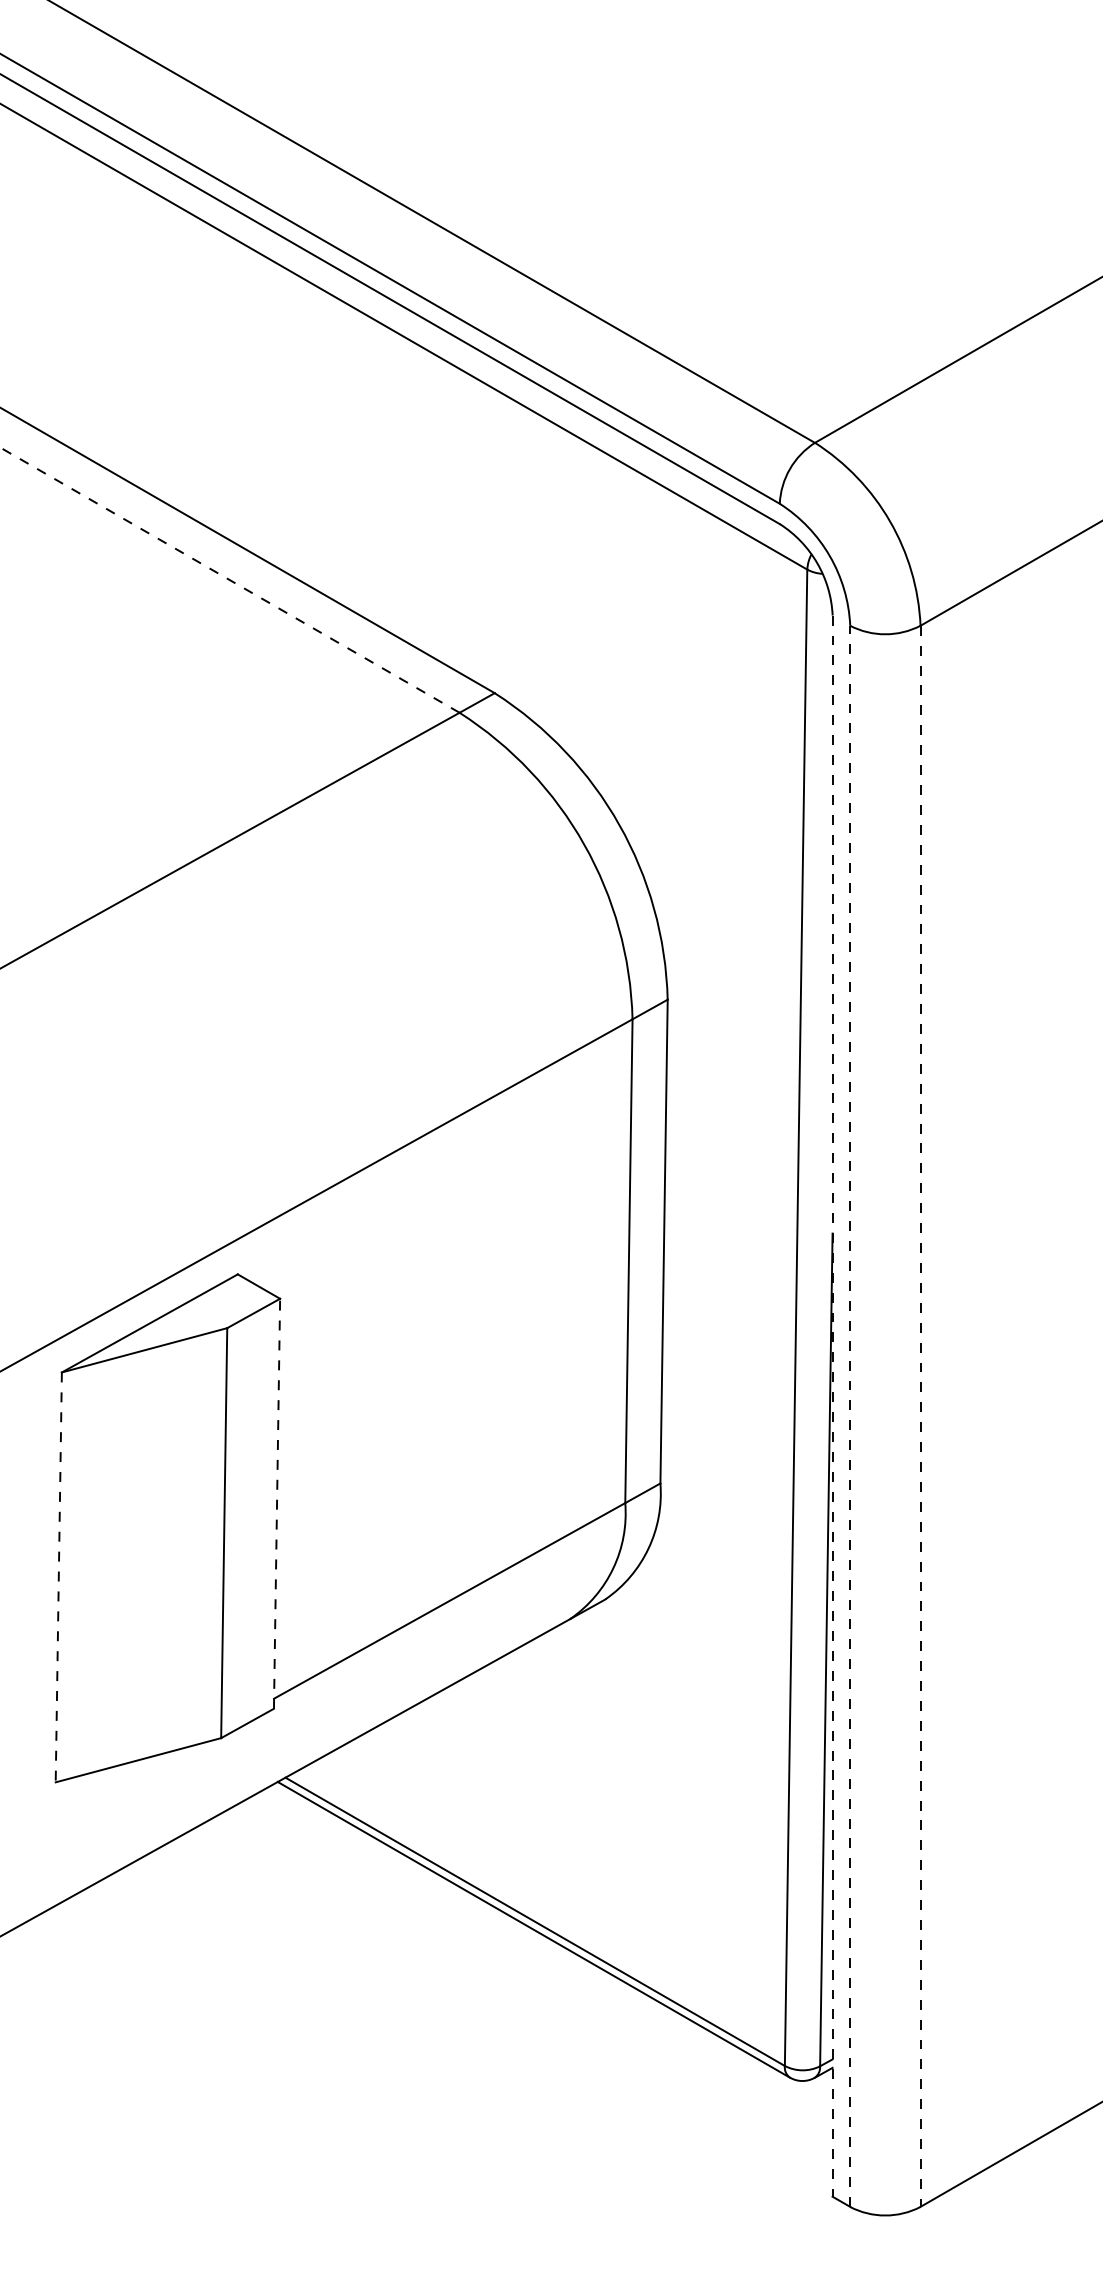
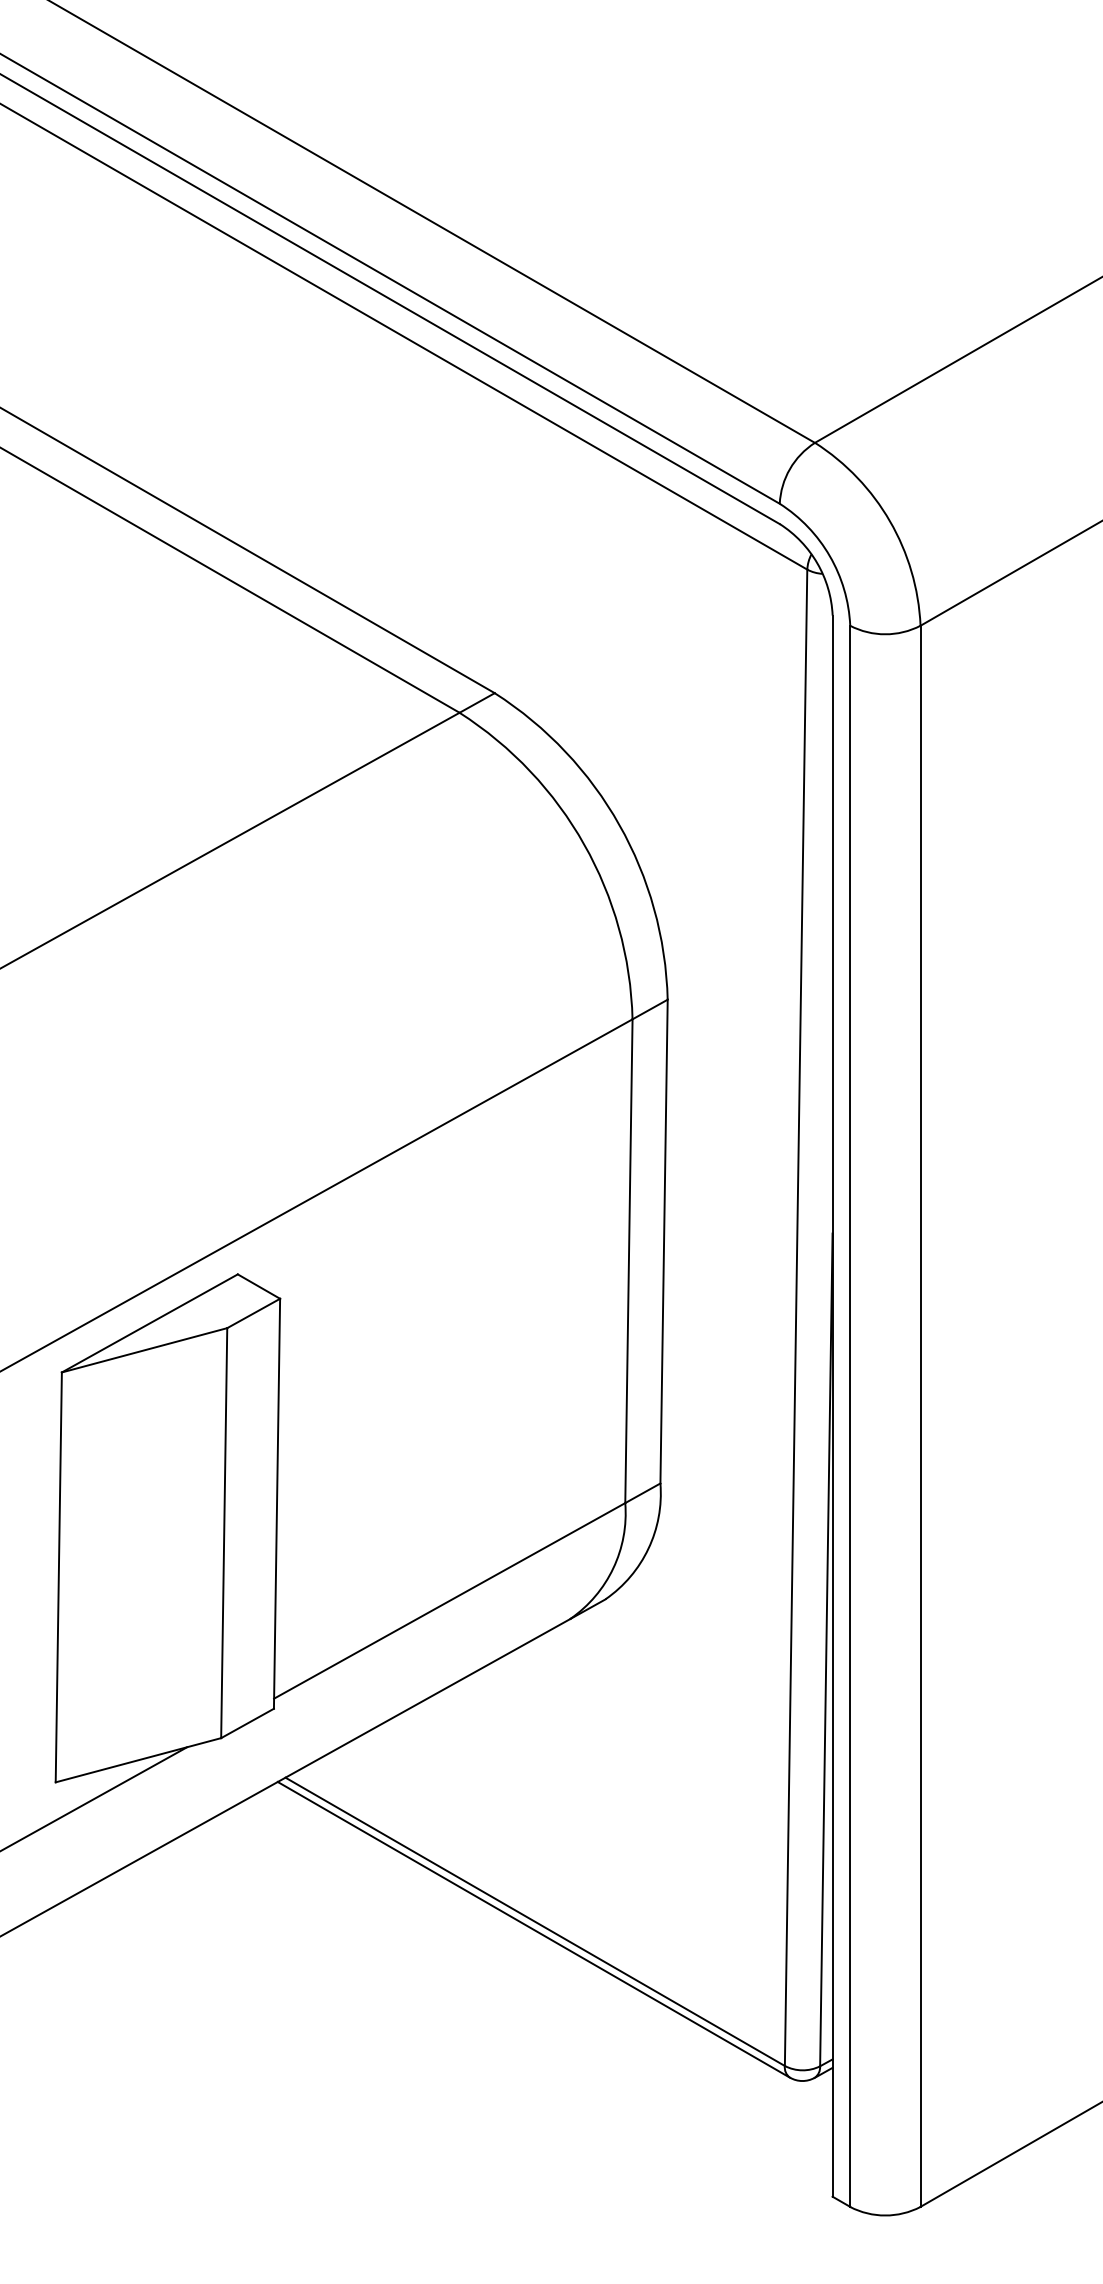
line at (230, 580): dashed -> solid
line at (832, 1406): dashed -> solid
line at (850, 1416): dashed -> solid
line at (920, 1416): dashed -> solid
line at (277, 1503): dashed -> solid
line at (58, 1577): dashed -> solid
line at (94, 1798): none -> present
